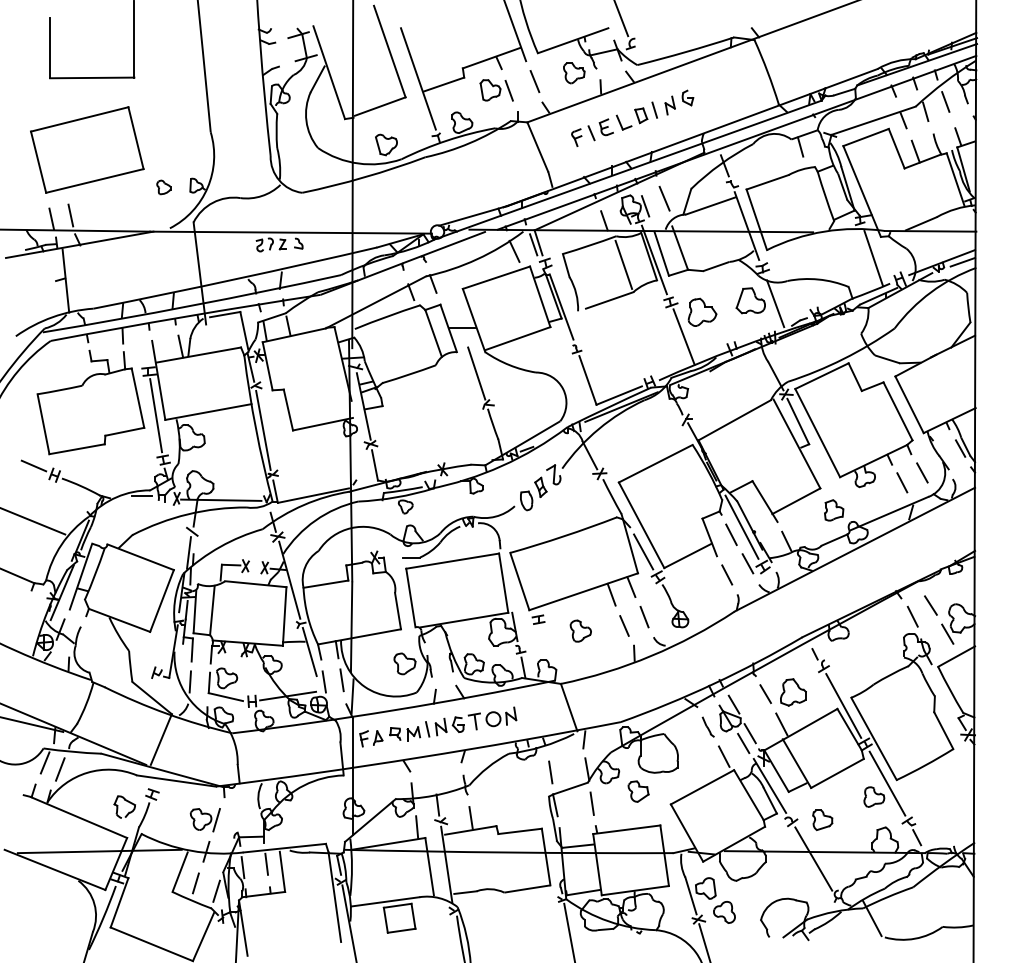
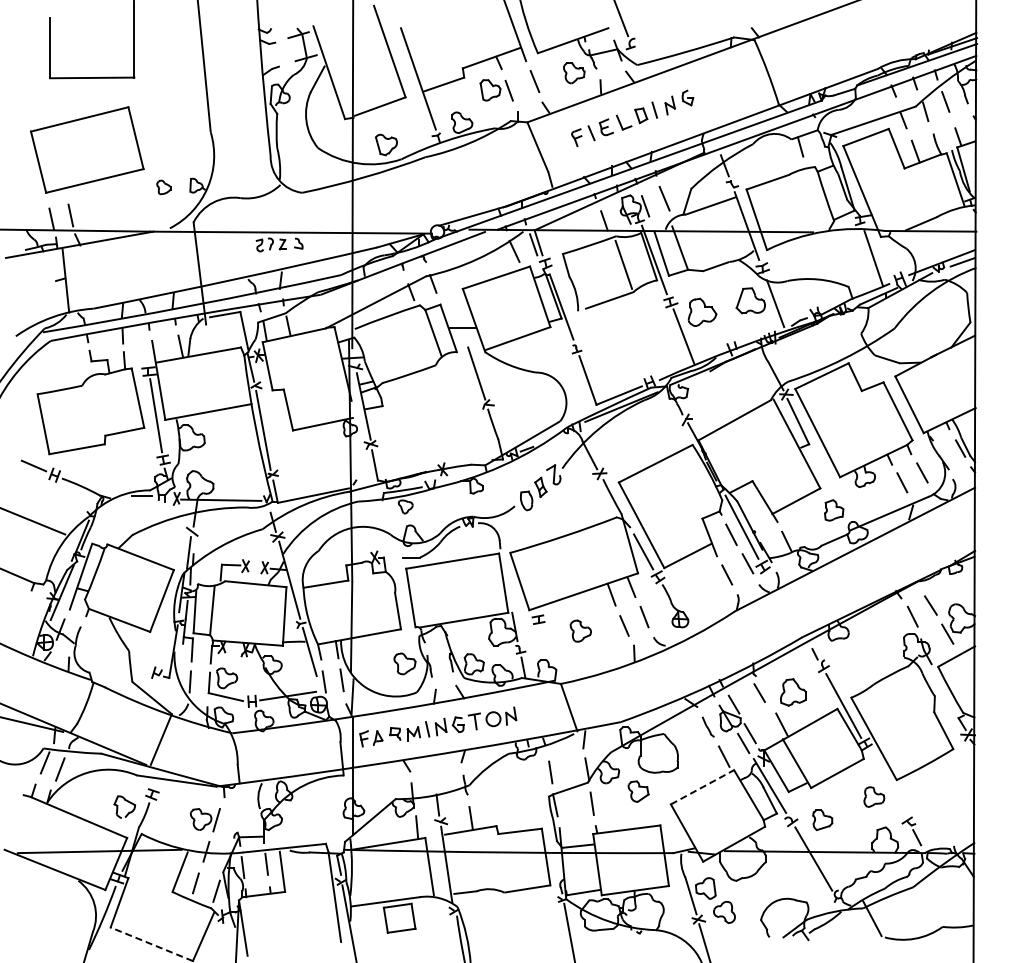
line at (765, 693) position: (765, 693) -> (759, 692)
line at (887, 783): present -> none
line at (702, 787): solid -> dashed
line at (151, 944): solid -> dashed
